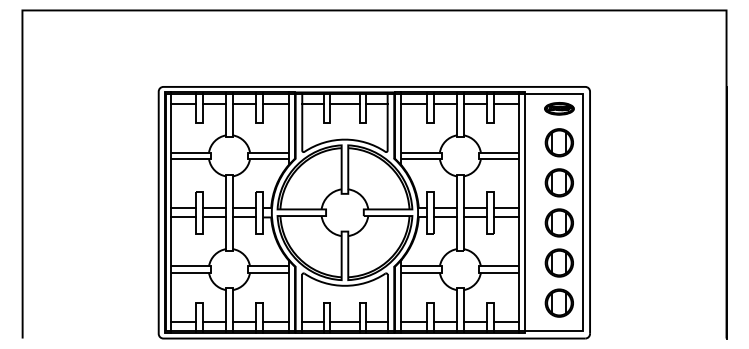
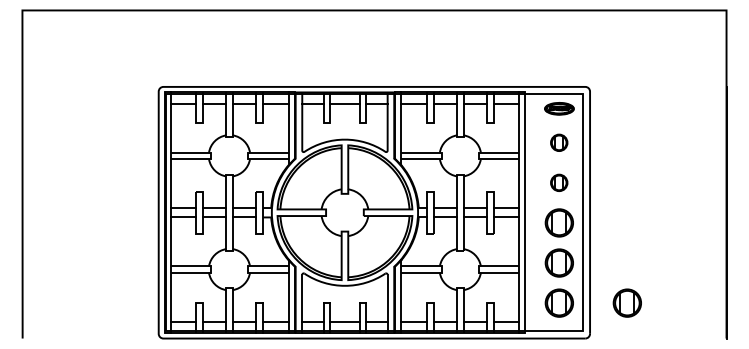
part at (558, 142) size: 30x30 px -> 19x19 px
part at (558, 182) size: 30x30 px -> 19x19 px
part at (626, 302): none -> present
